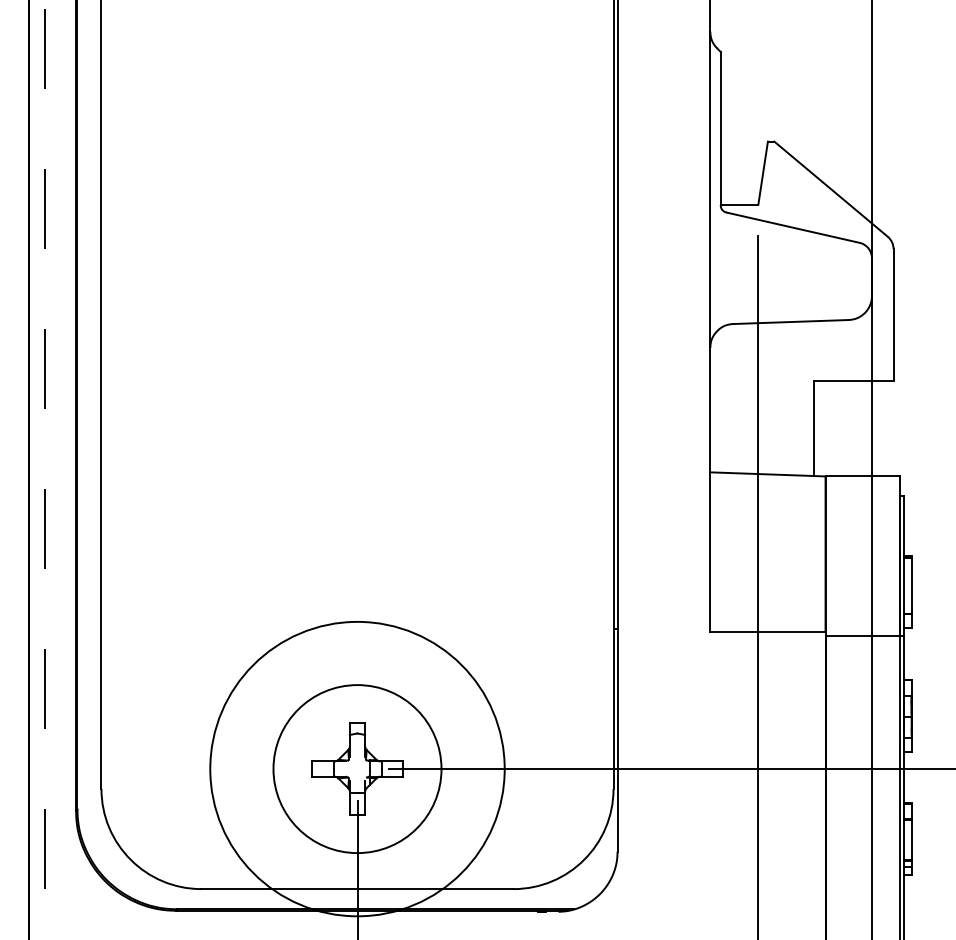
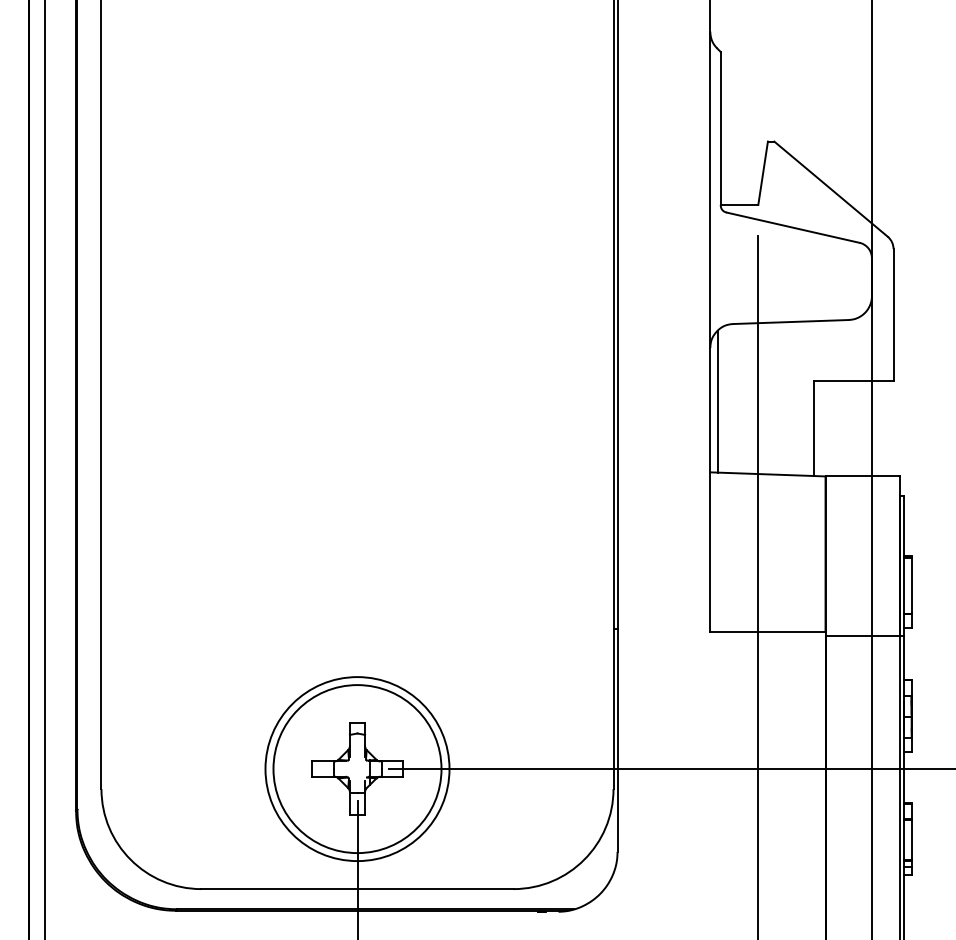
line at (717, 401): none -> present
line at (45, 470): dashed -> solid
circle at (357, 768) diameter: 294 px -> 184 px
